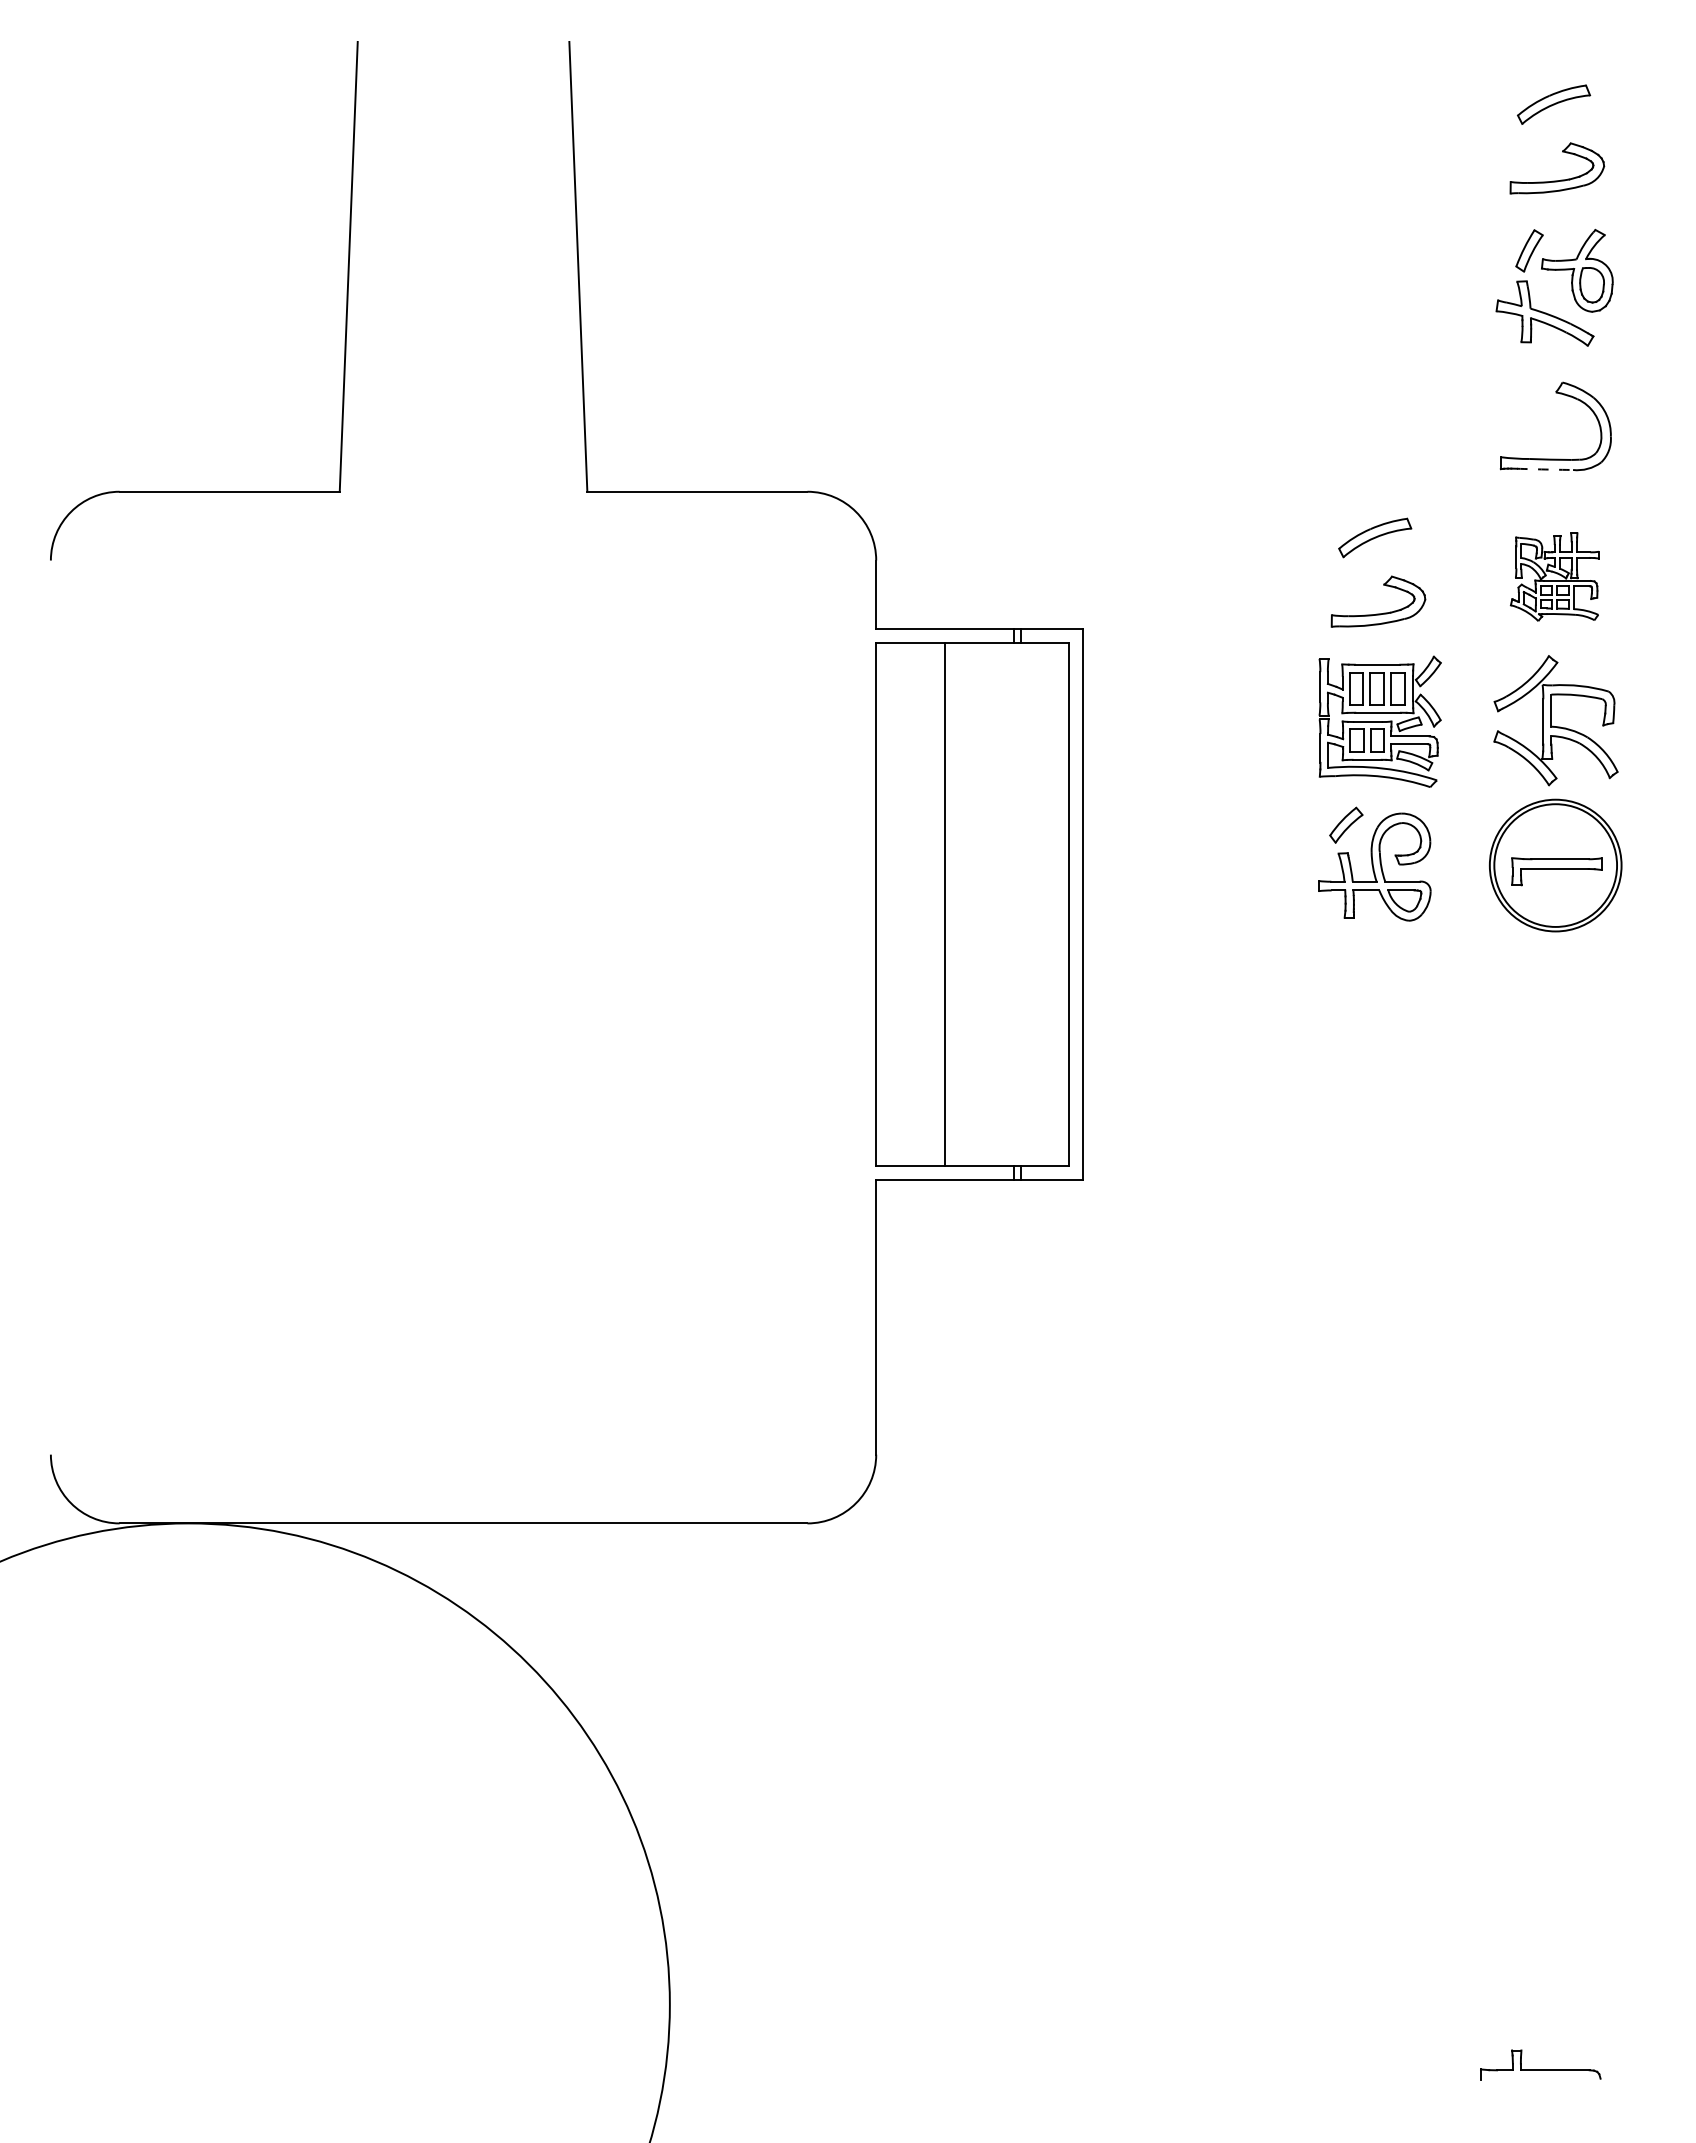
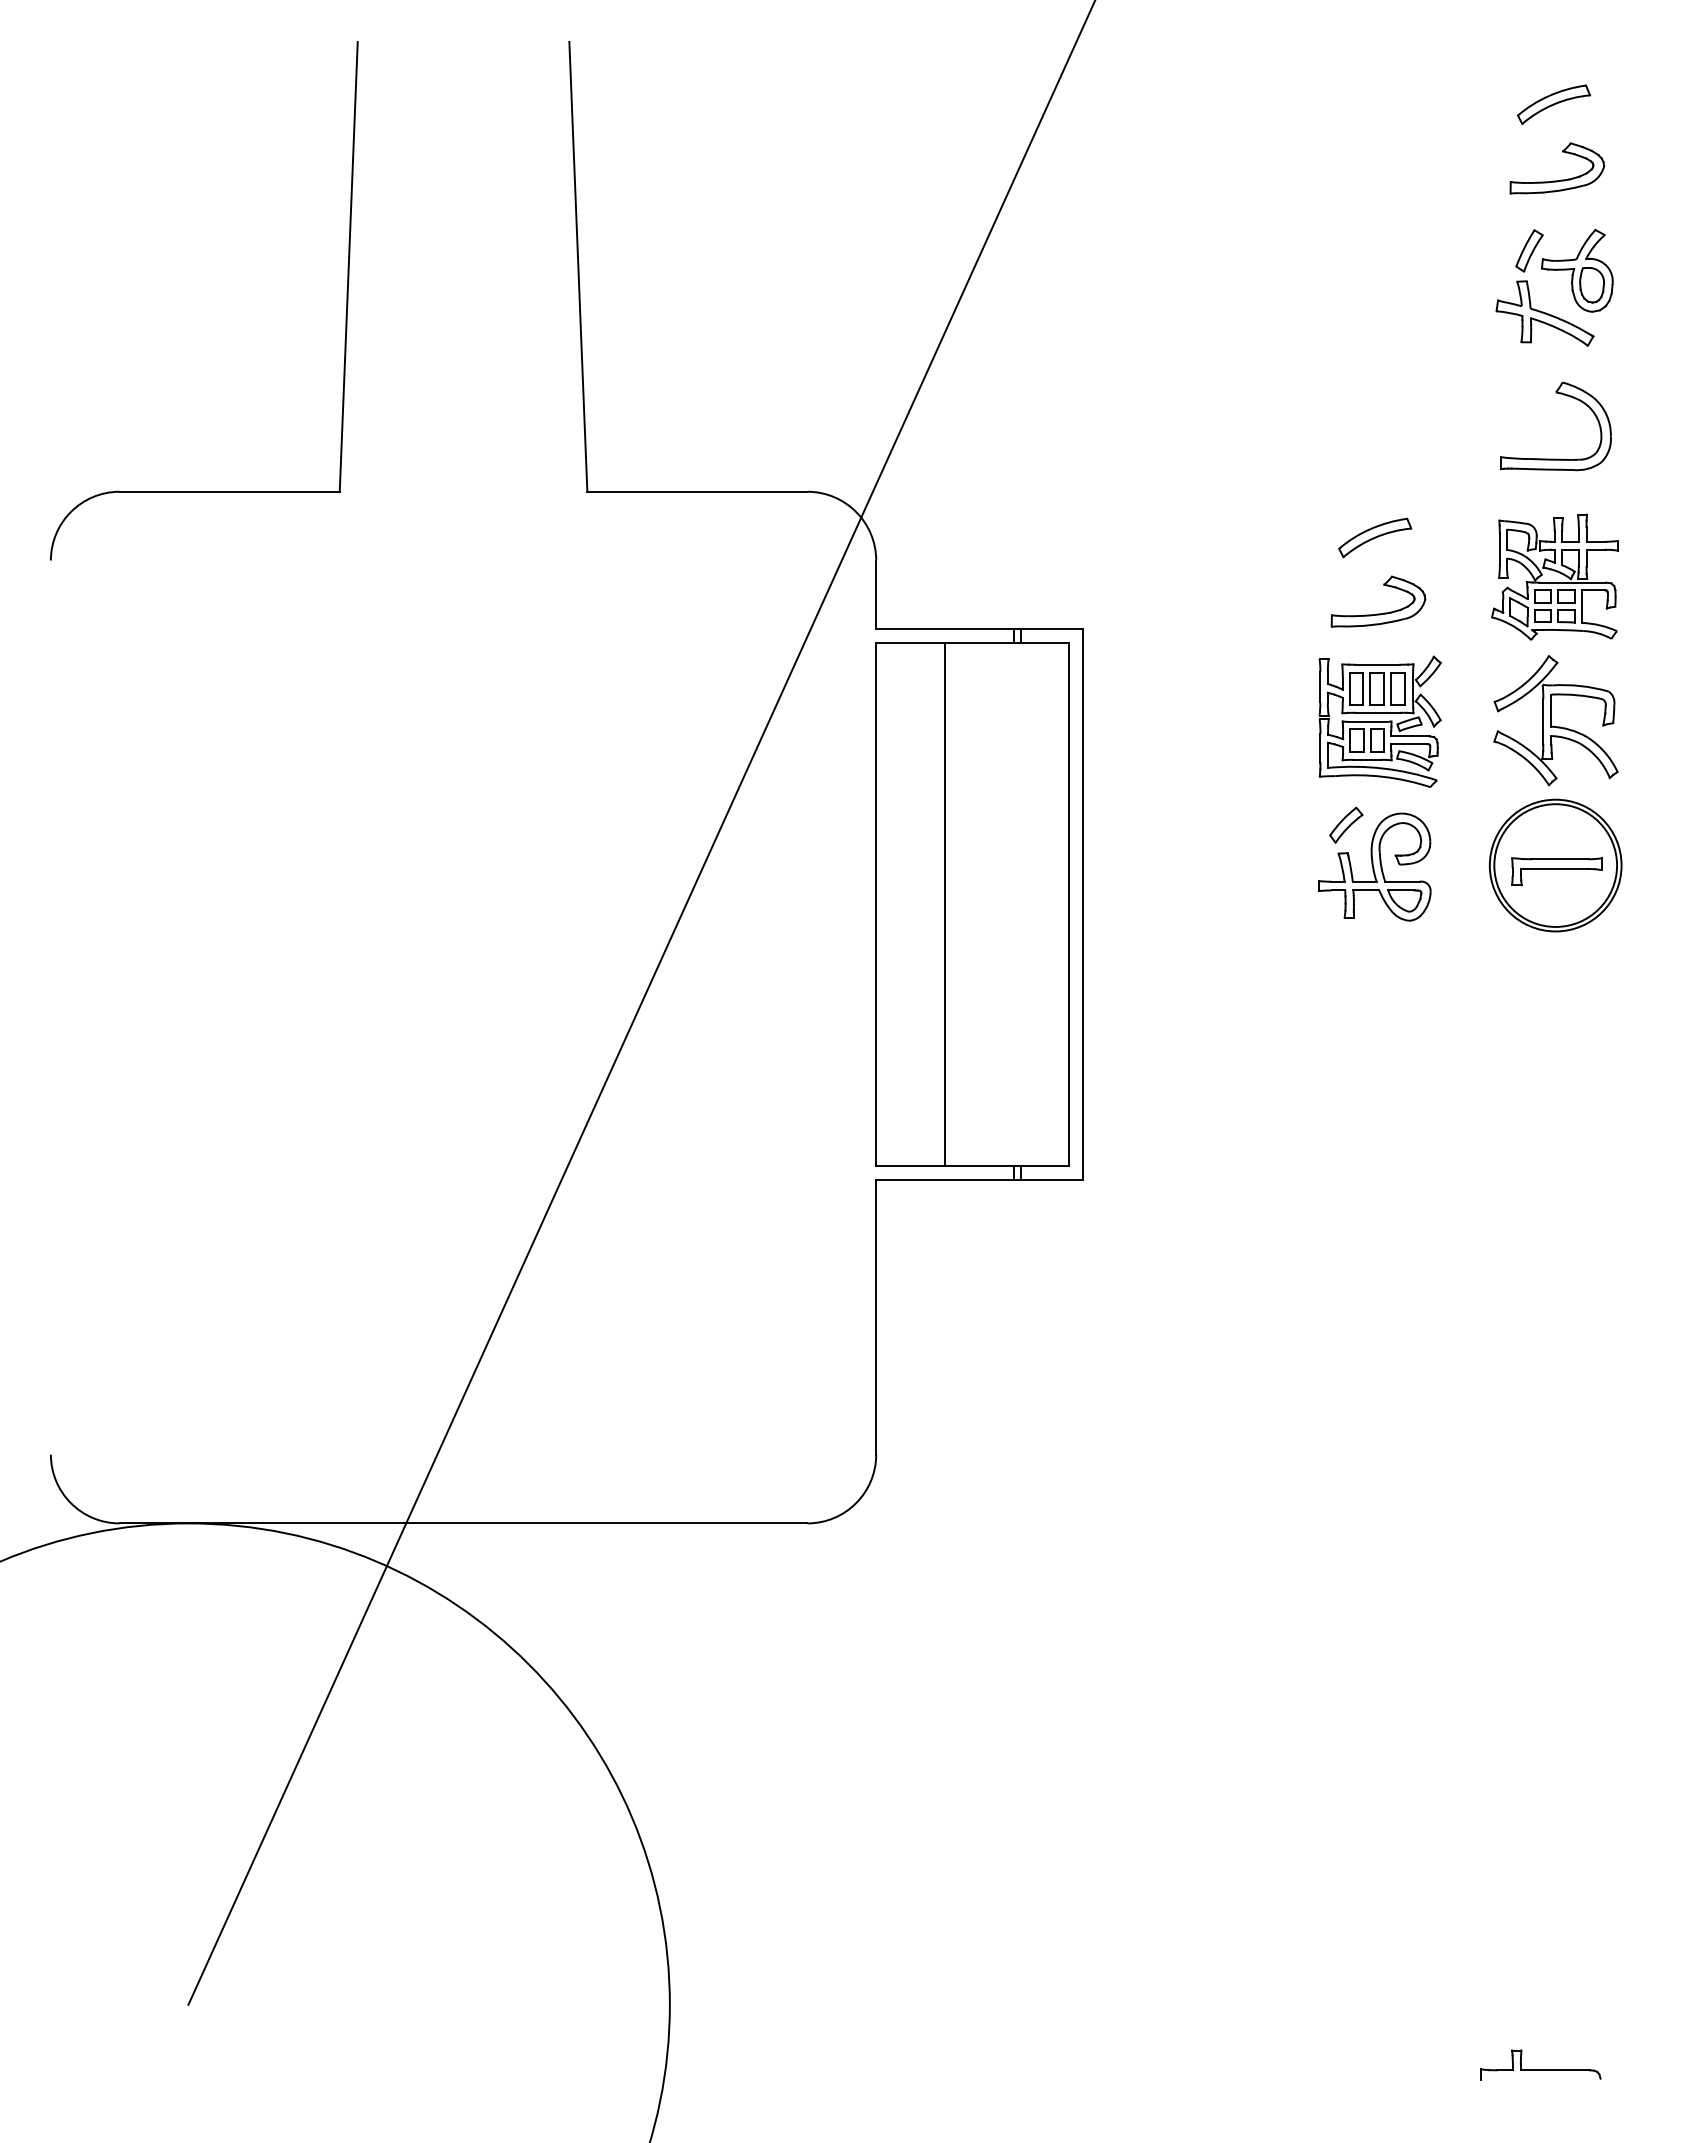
arc at (1545, 469): dashed -> solid
part at (1554, 576) size: 90x90 px -> 128x128 px
line at (641, 1003): none -> present
